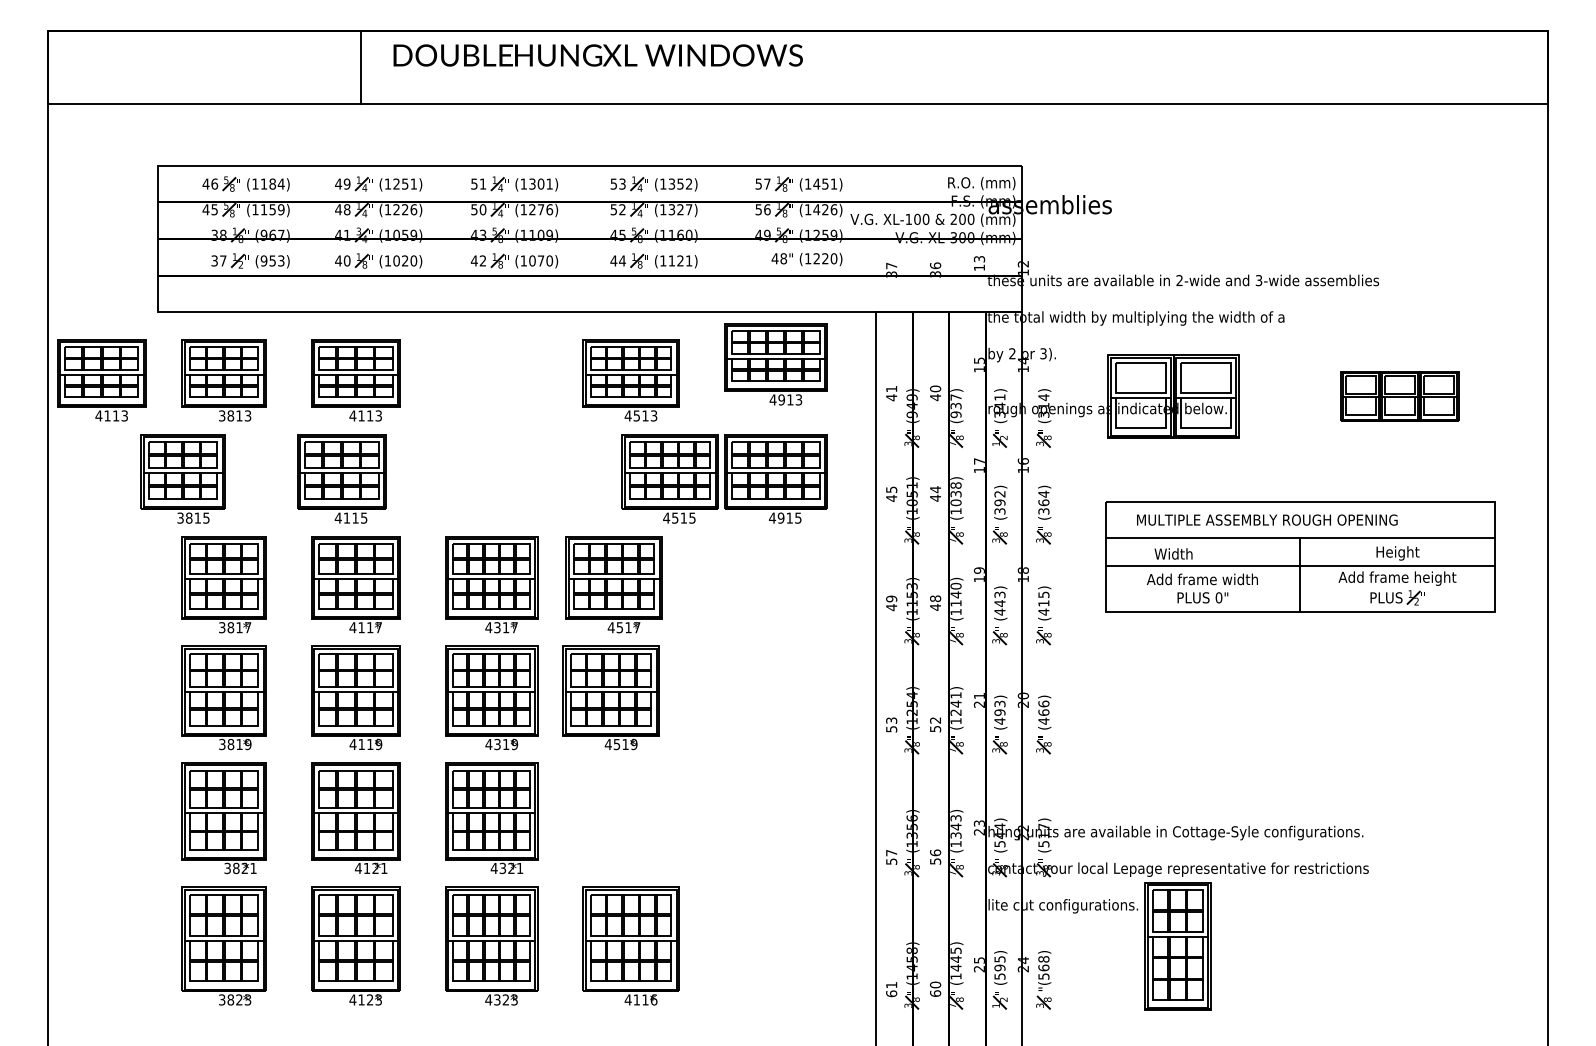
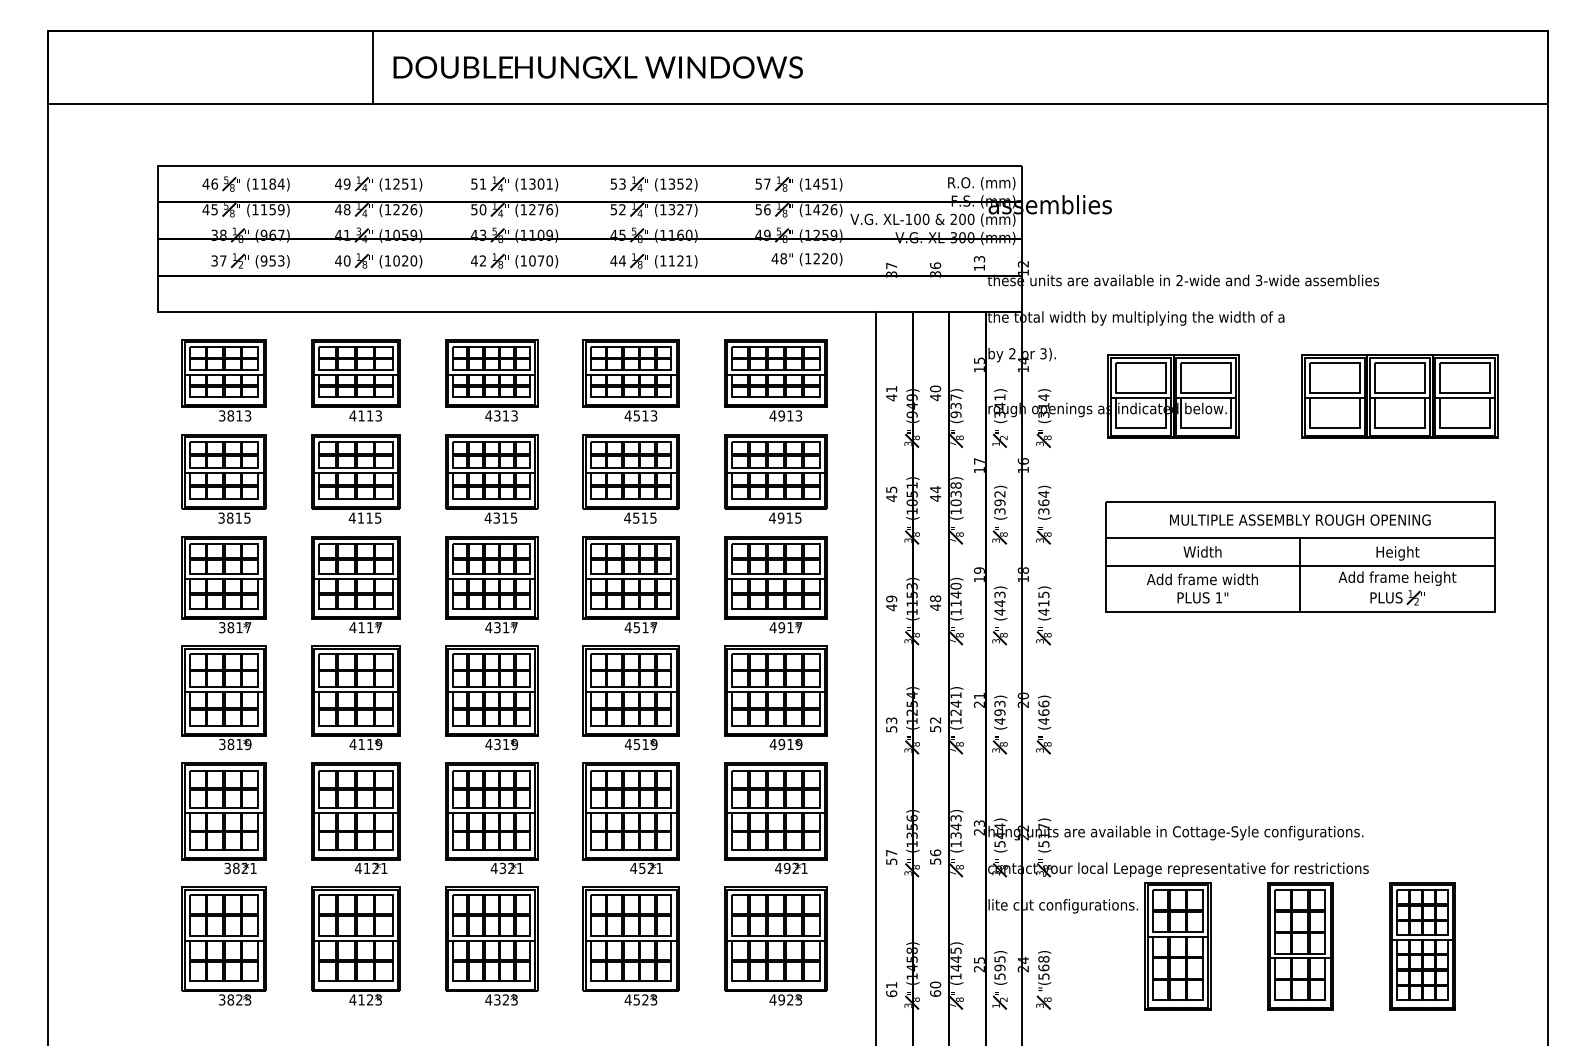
text at (597, 55) position: (597, 55) -> (597, 67)
line at (361, 67) position: (361, 67) -> (373, 67)
part at (775, 364) position: (775, 364) -> (775, 380)
part at (101, 380): present -> none
part at (491, 380): none -> present
part at (1399, 396) size: 120x51 px -> 198x85 px
part at (182, 478) position: (182, 478) -> (223, 478)
part at (341, 478) position: (341, 478) -> (355, 478)
part at (491, 478): none -> present
part at (669, 478) position: (669, 478) -> (630, 478)
text at (1267, 519) position: (1267, 519) -> (1300, 519)
text at (1173, 553) position: (1173, 553) -> (1202, 551)
part at (613, 584) position: (613, 584) -> (630, 584)
part at (775, 584): none -> present
text at (1218, 597): 0" -> 1"
part at (610, 697) position: (610, 697) -> (630, 697)
part at (775, 697): none -> present
part at (630, 818): none -> present
part at (775, 818): none -> present
part at (775, 945): none -> present
part at (1300, 946): none -> present
part at (1422, 946): none -> present
text at (645, 999): 4116 -> 4523
